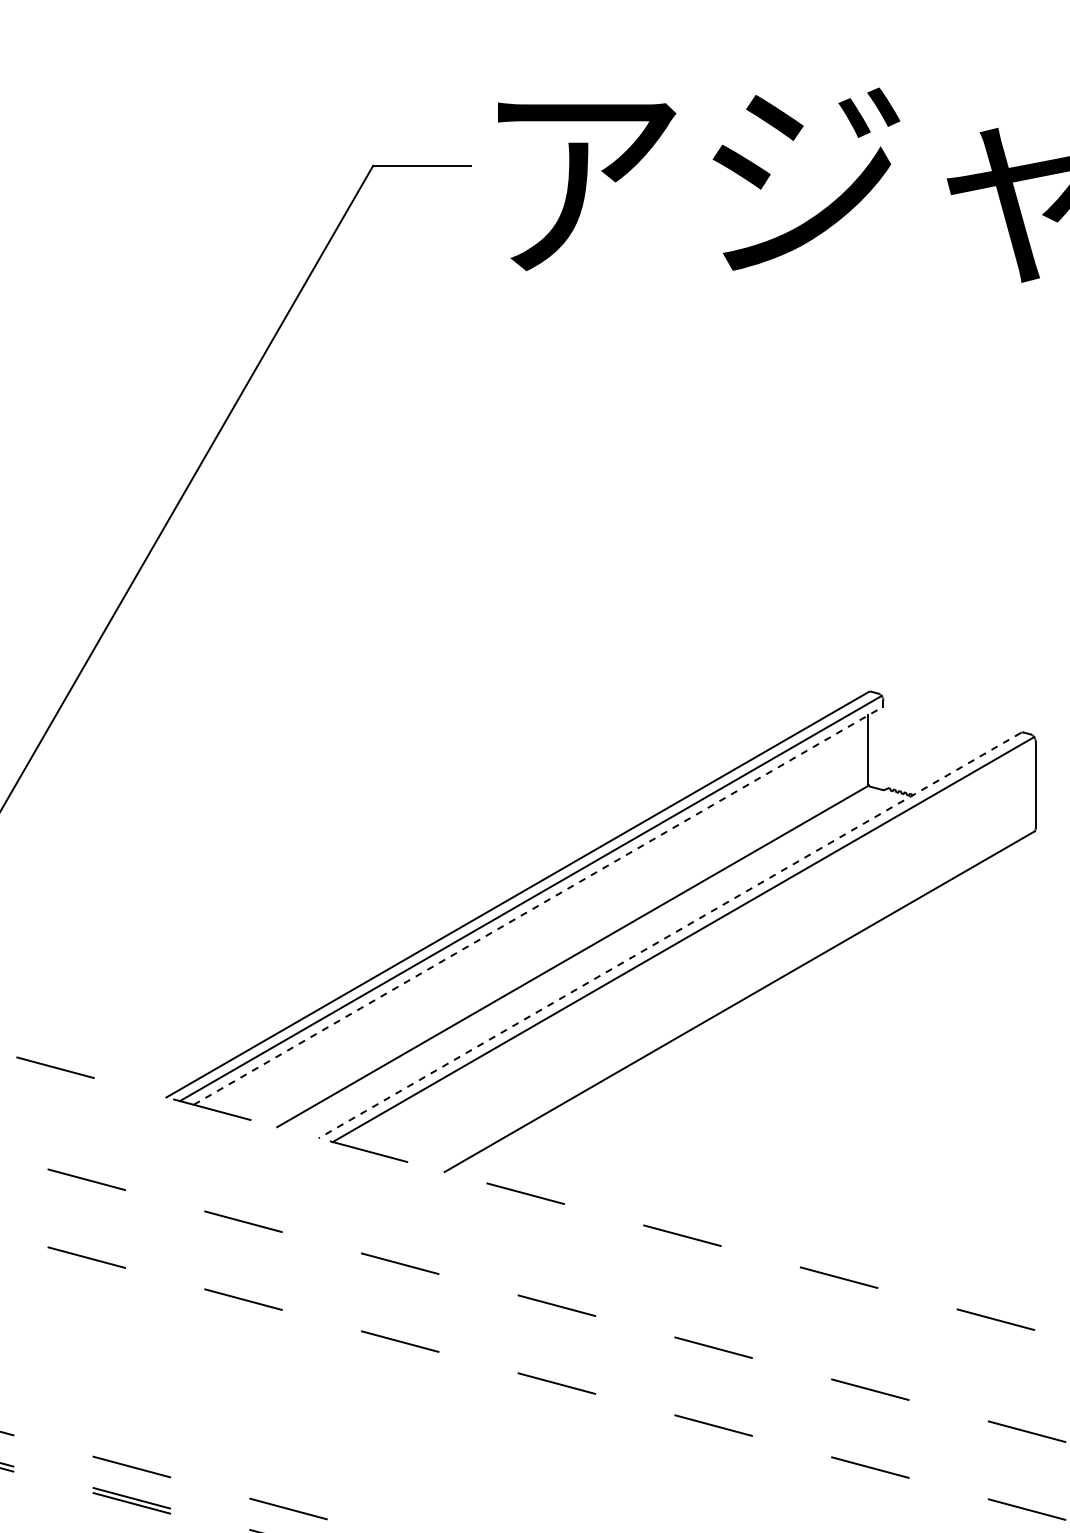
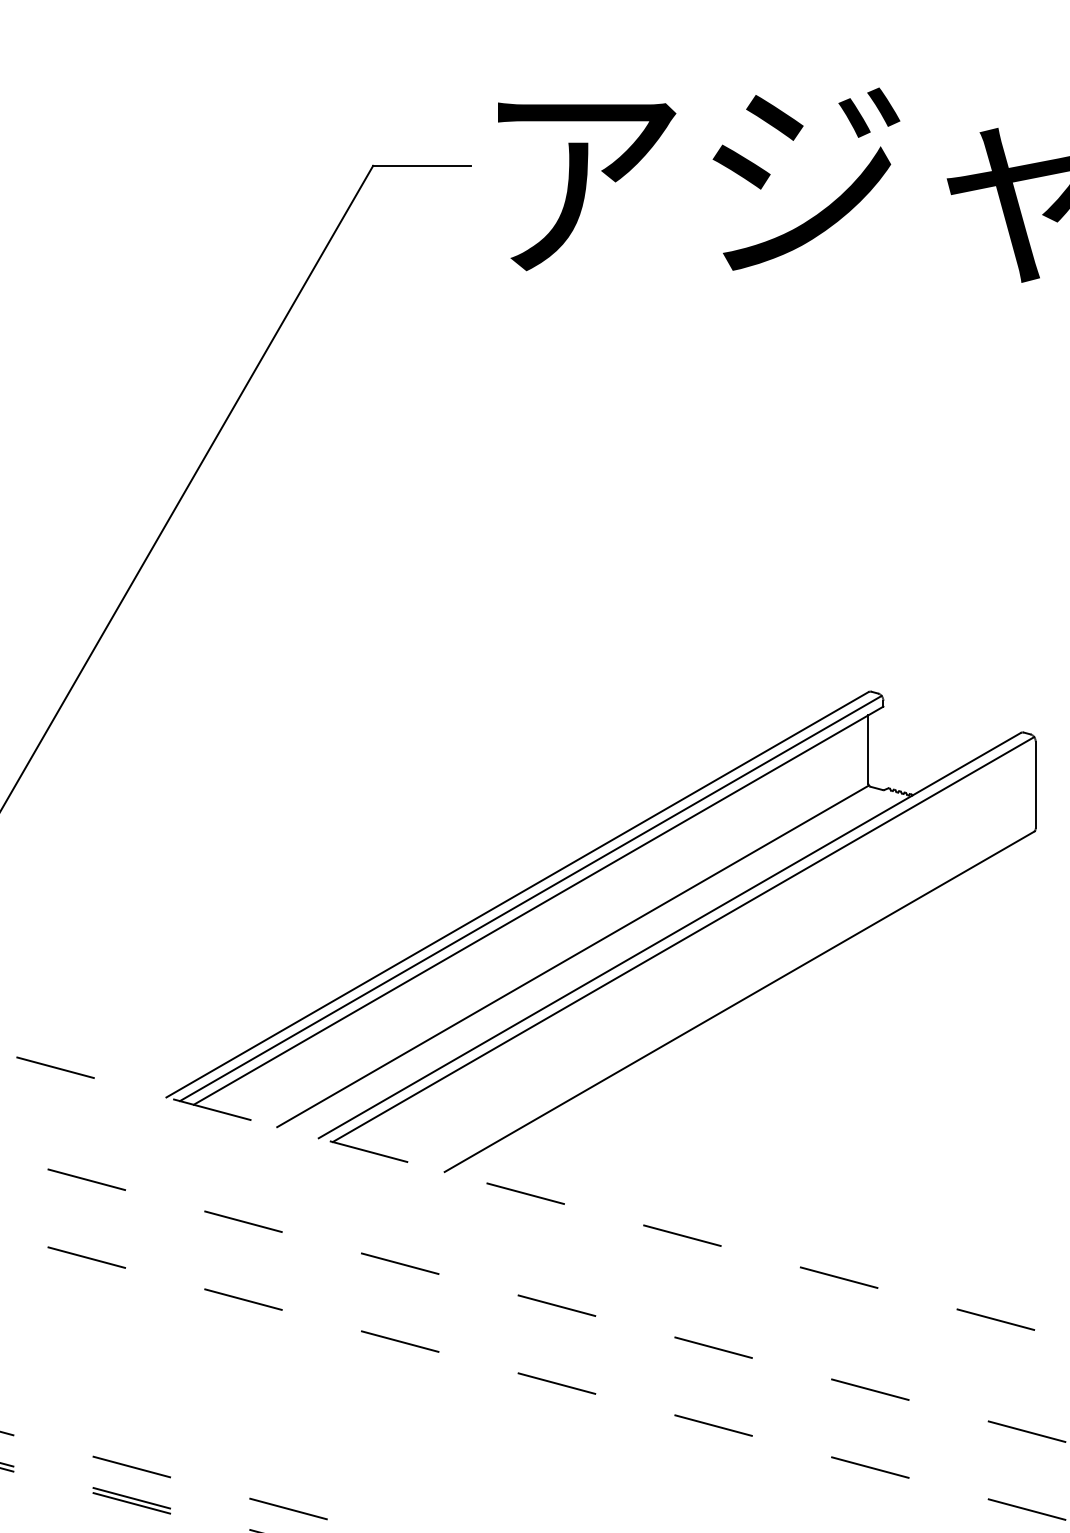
line at (539, 905): dashed -> solid
line at (669, 935): dashed -> solid
